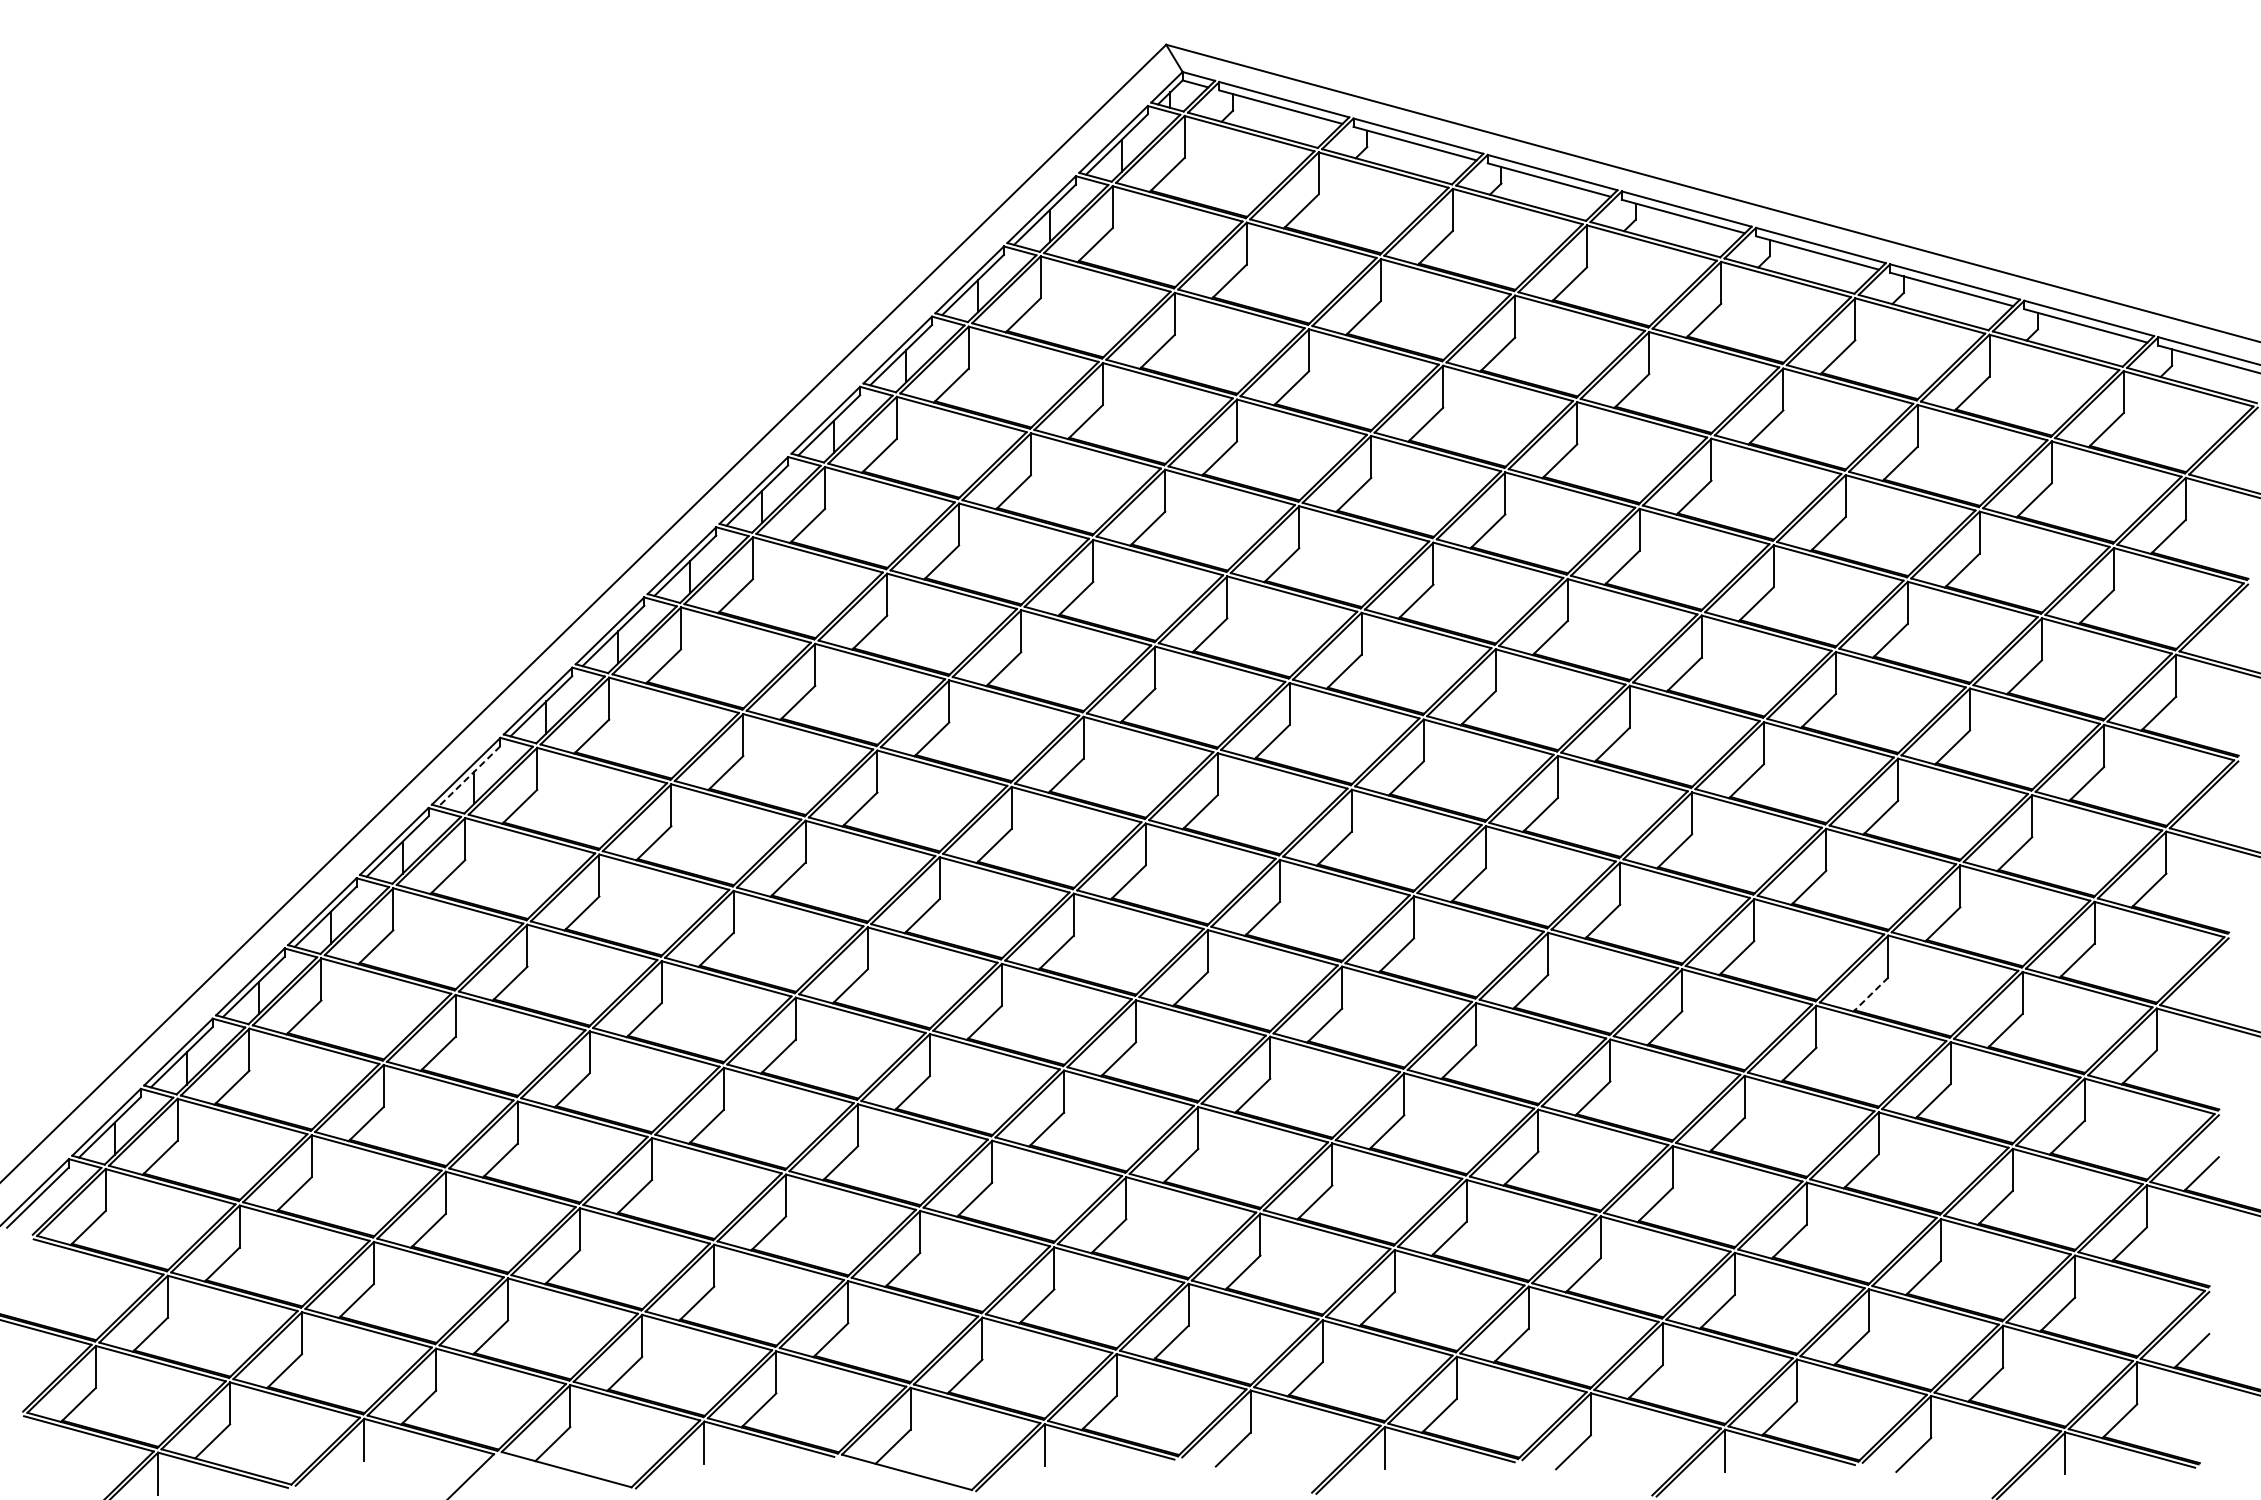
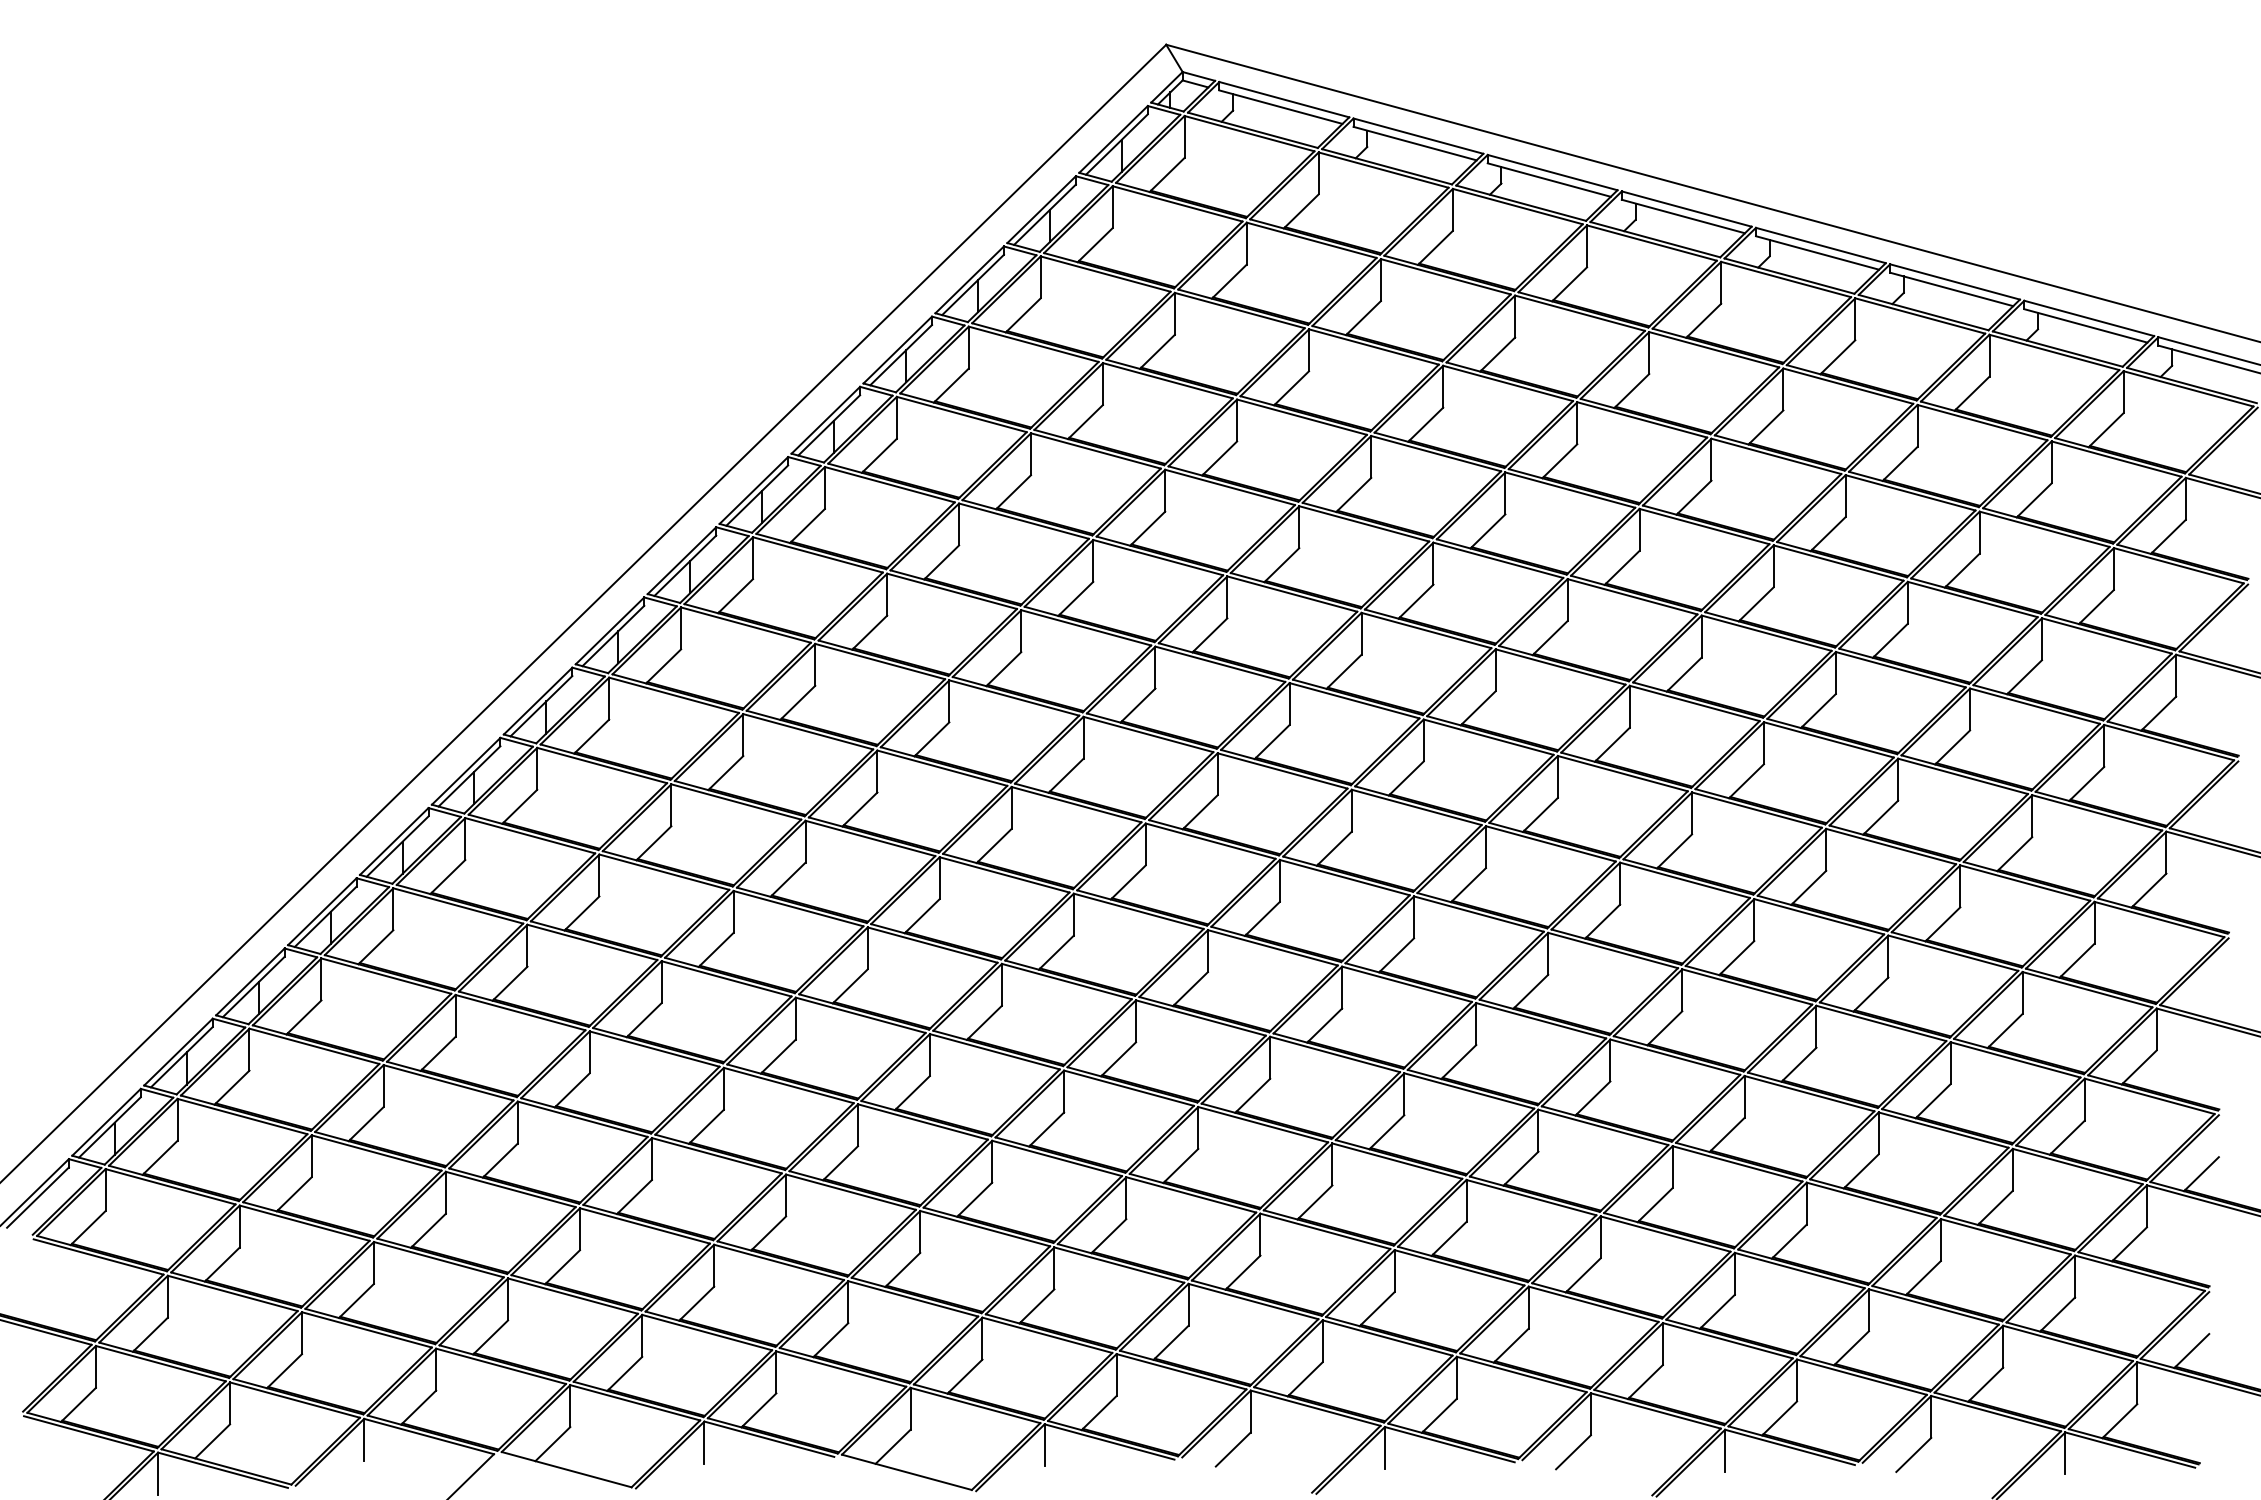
line at (469, 776): dashed -> solid
line at (1870, 994): dashed -> solid
